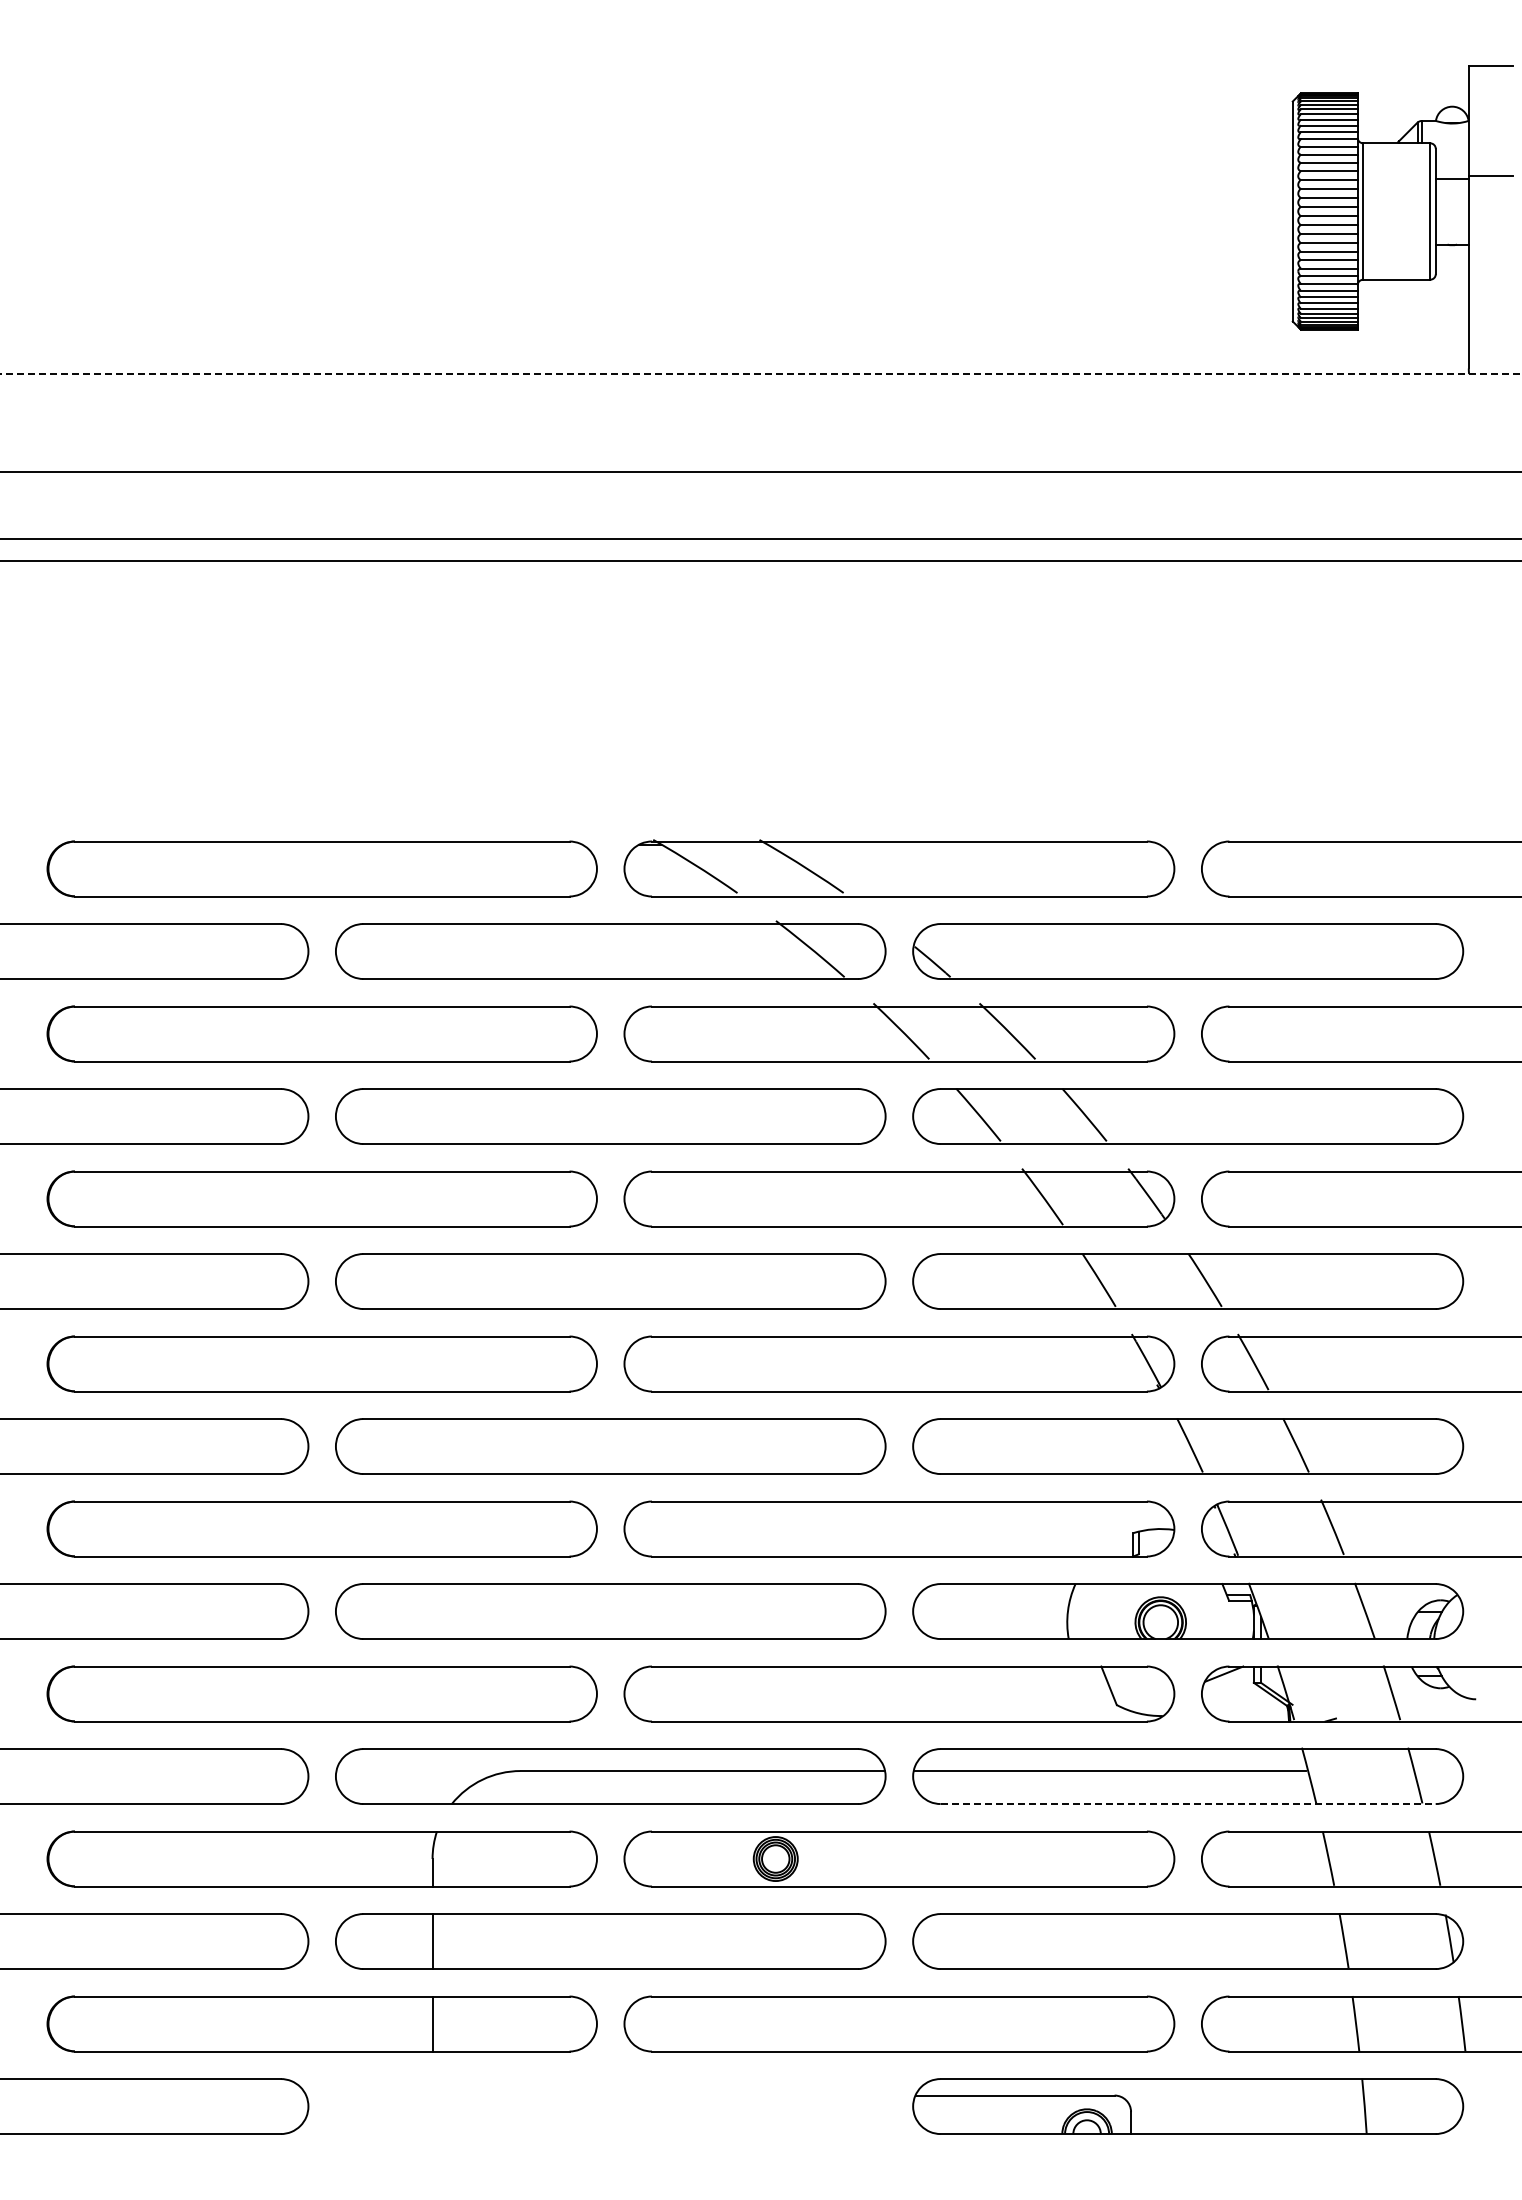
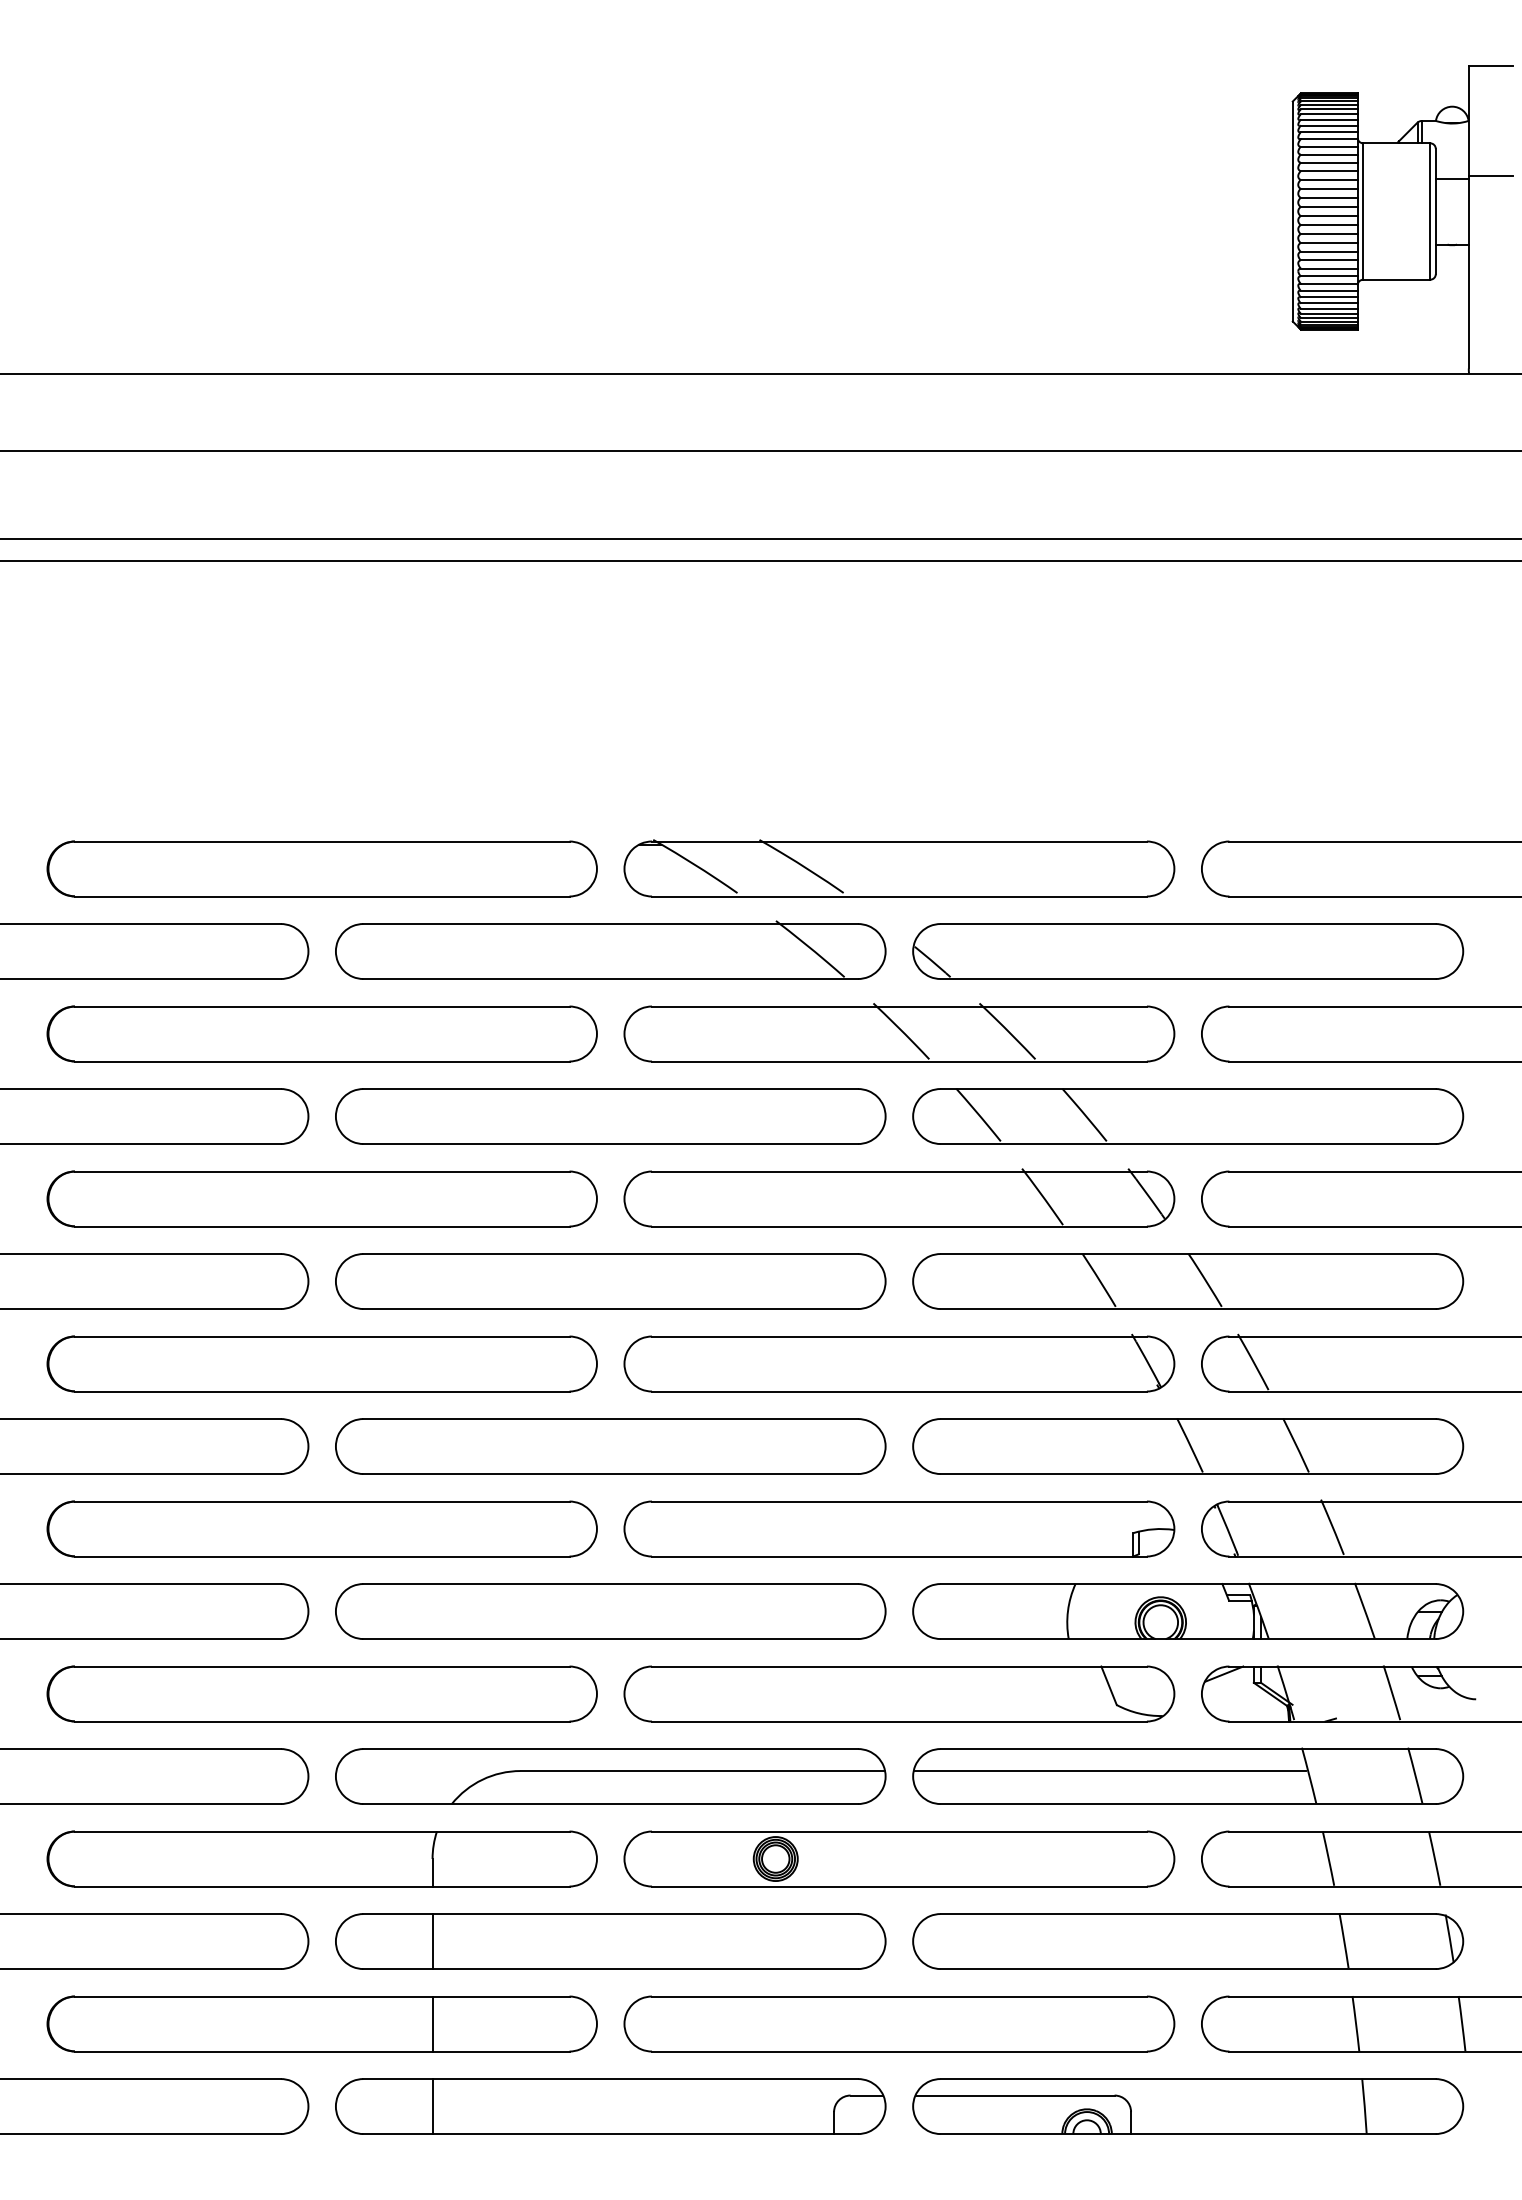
line at (760, 374): dashed -> solid
line at (760, 472) position: (760, 472) -> (760, 451)
line at (1188, 1804): dashed -> solid
part at (610, 2106): none -> present
